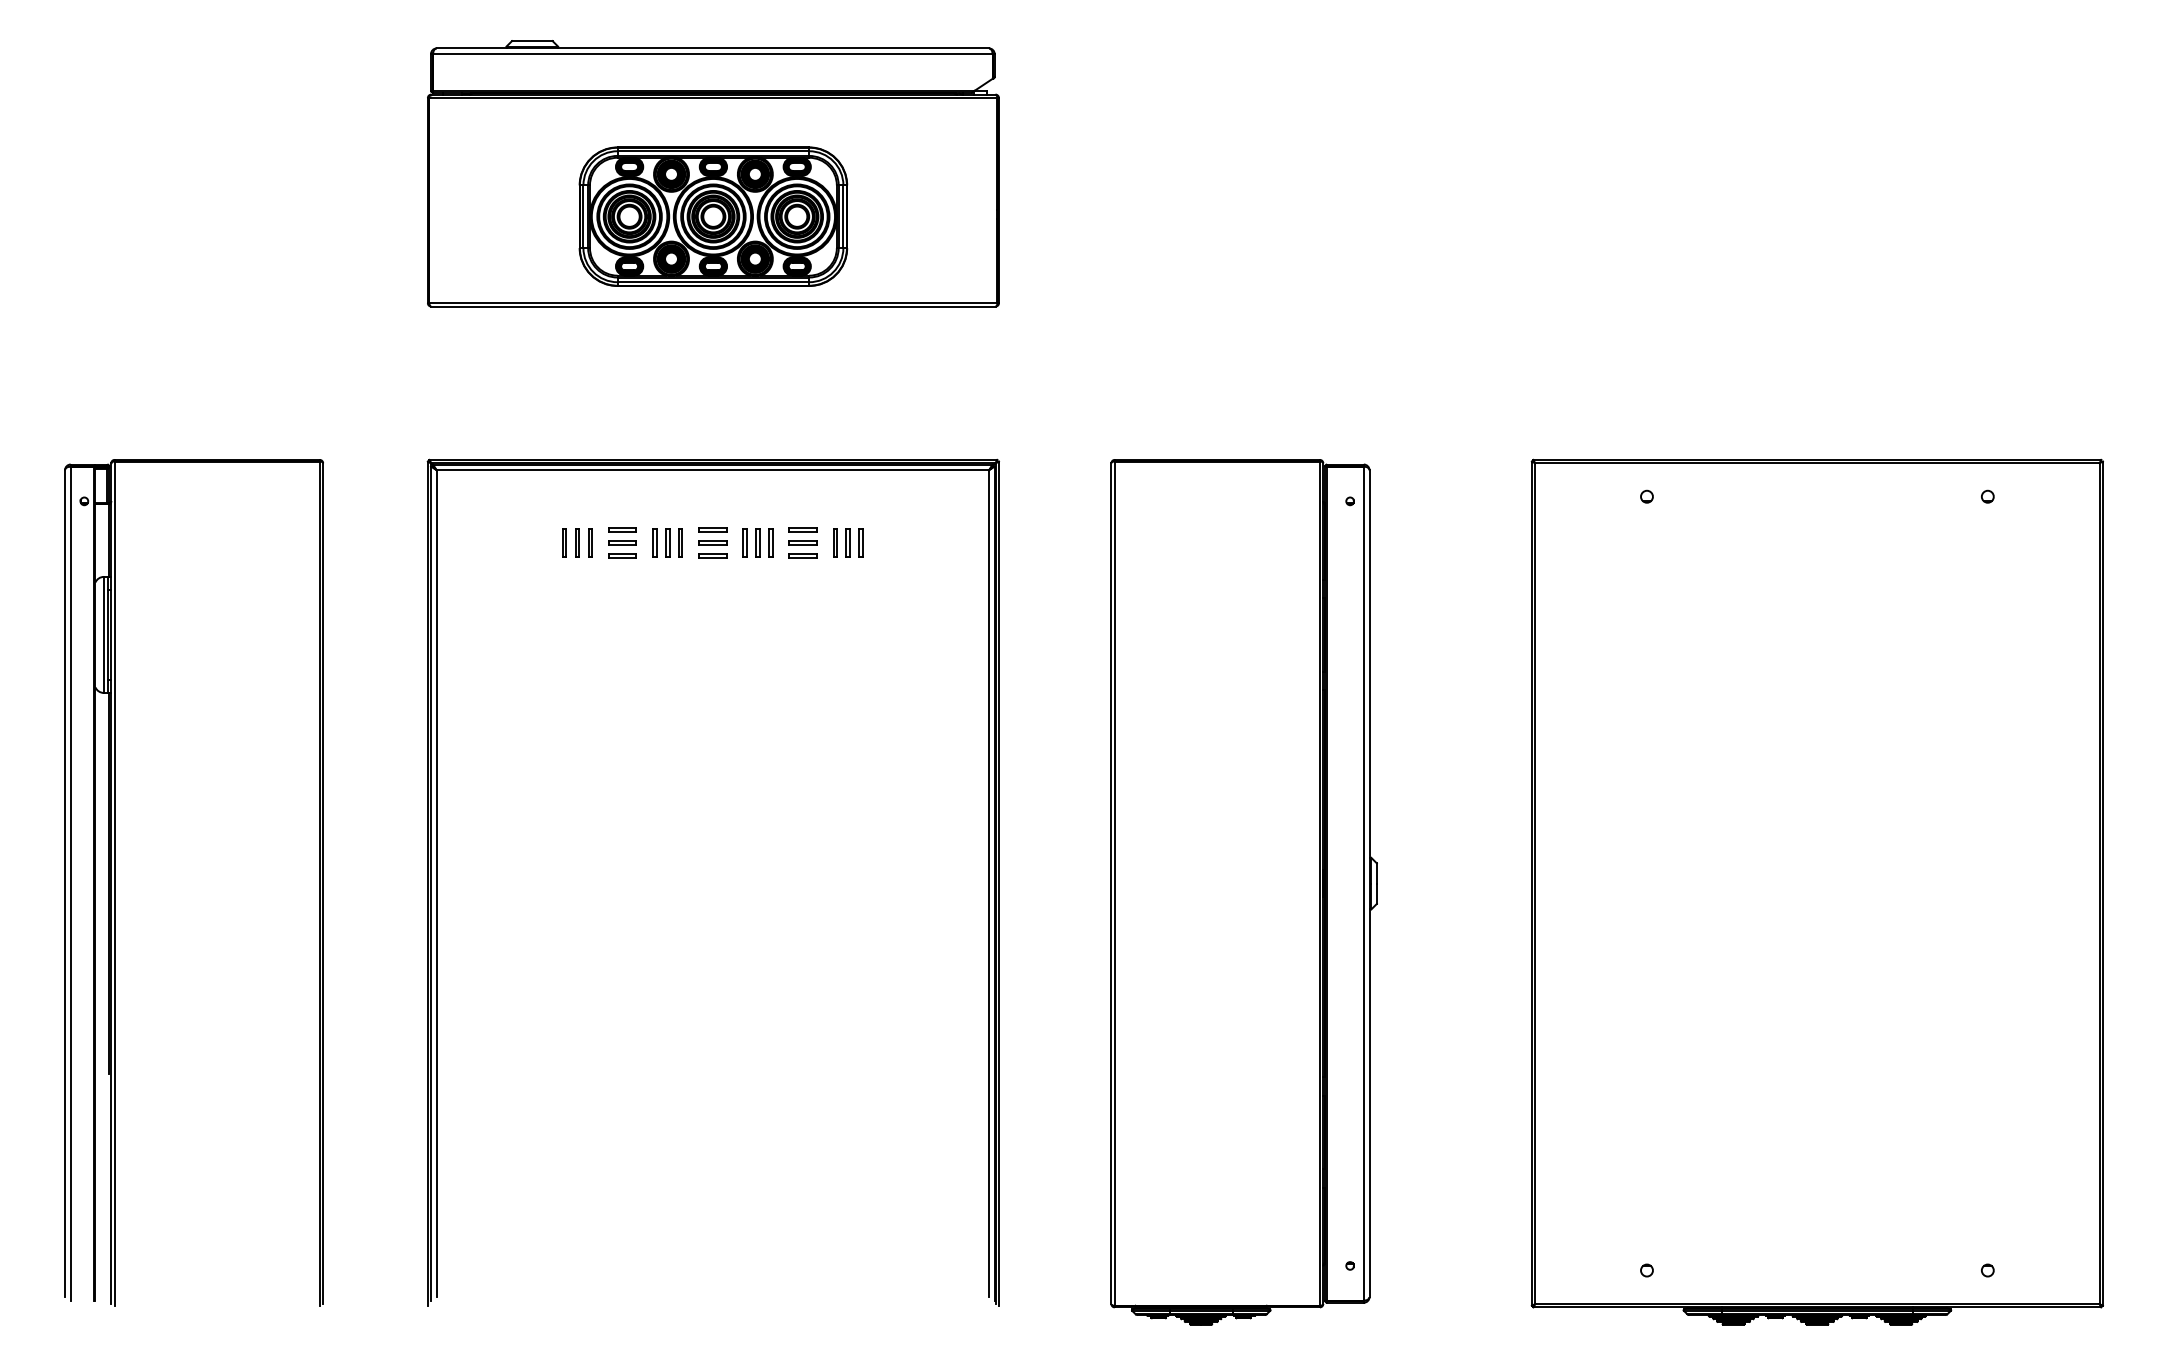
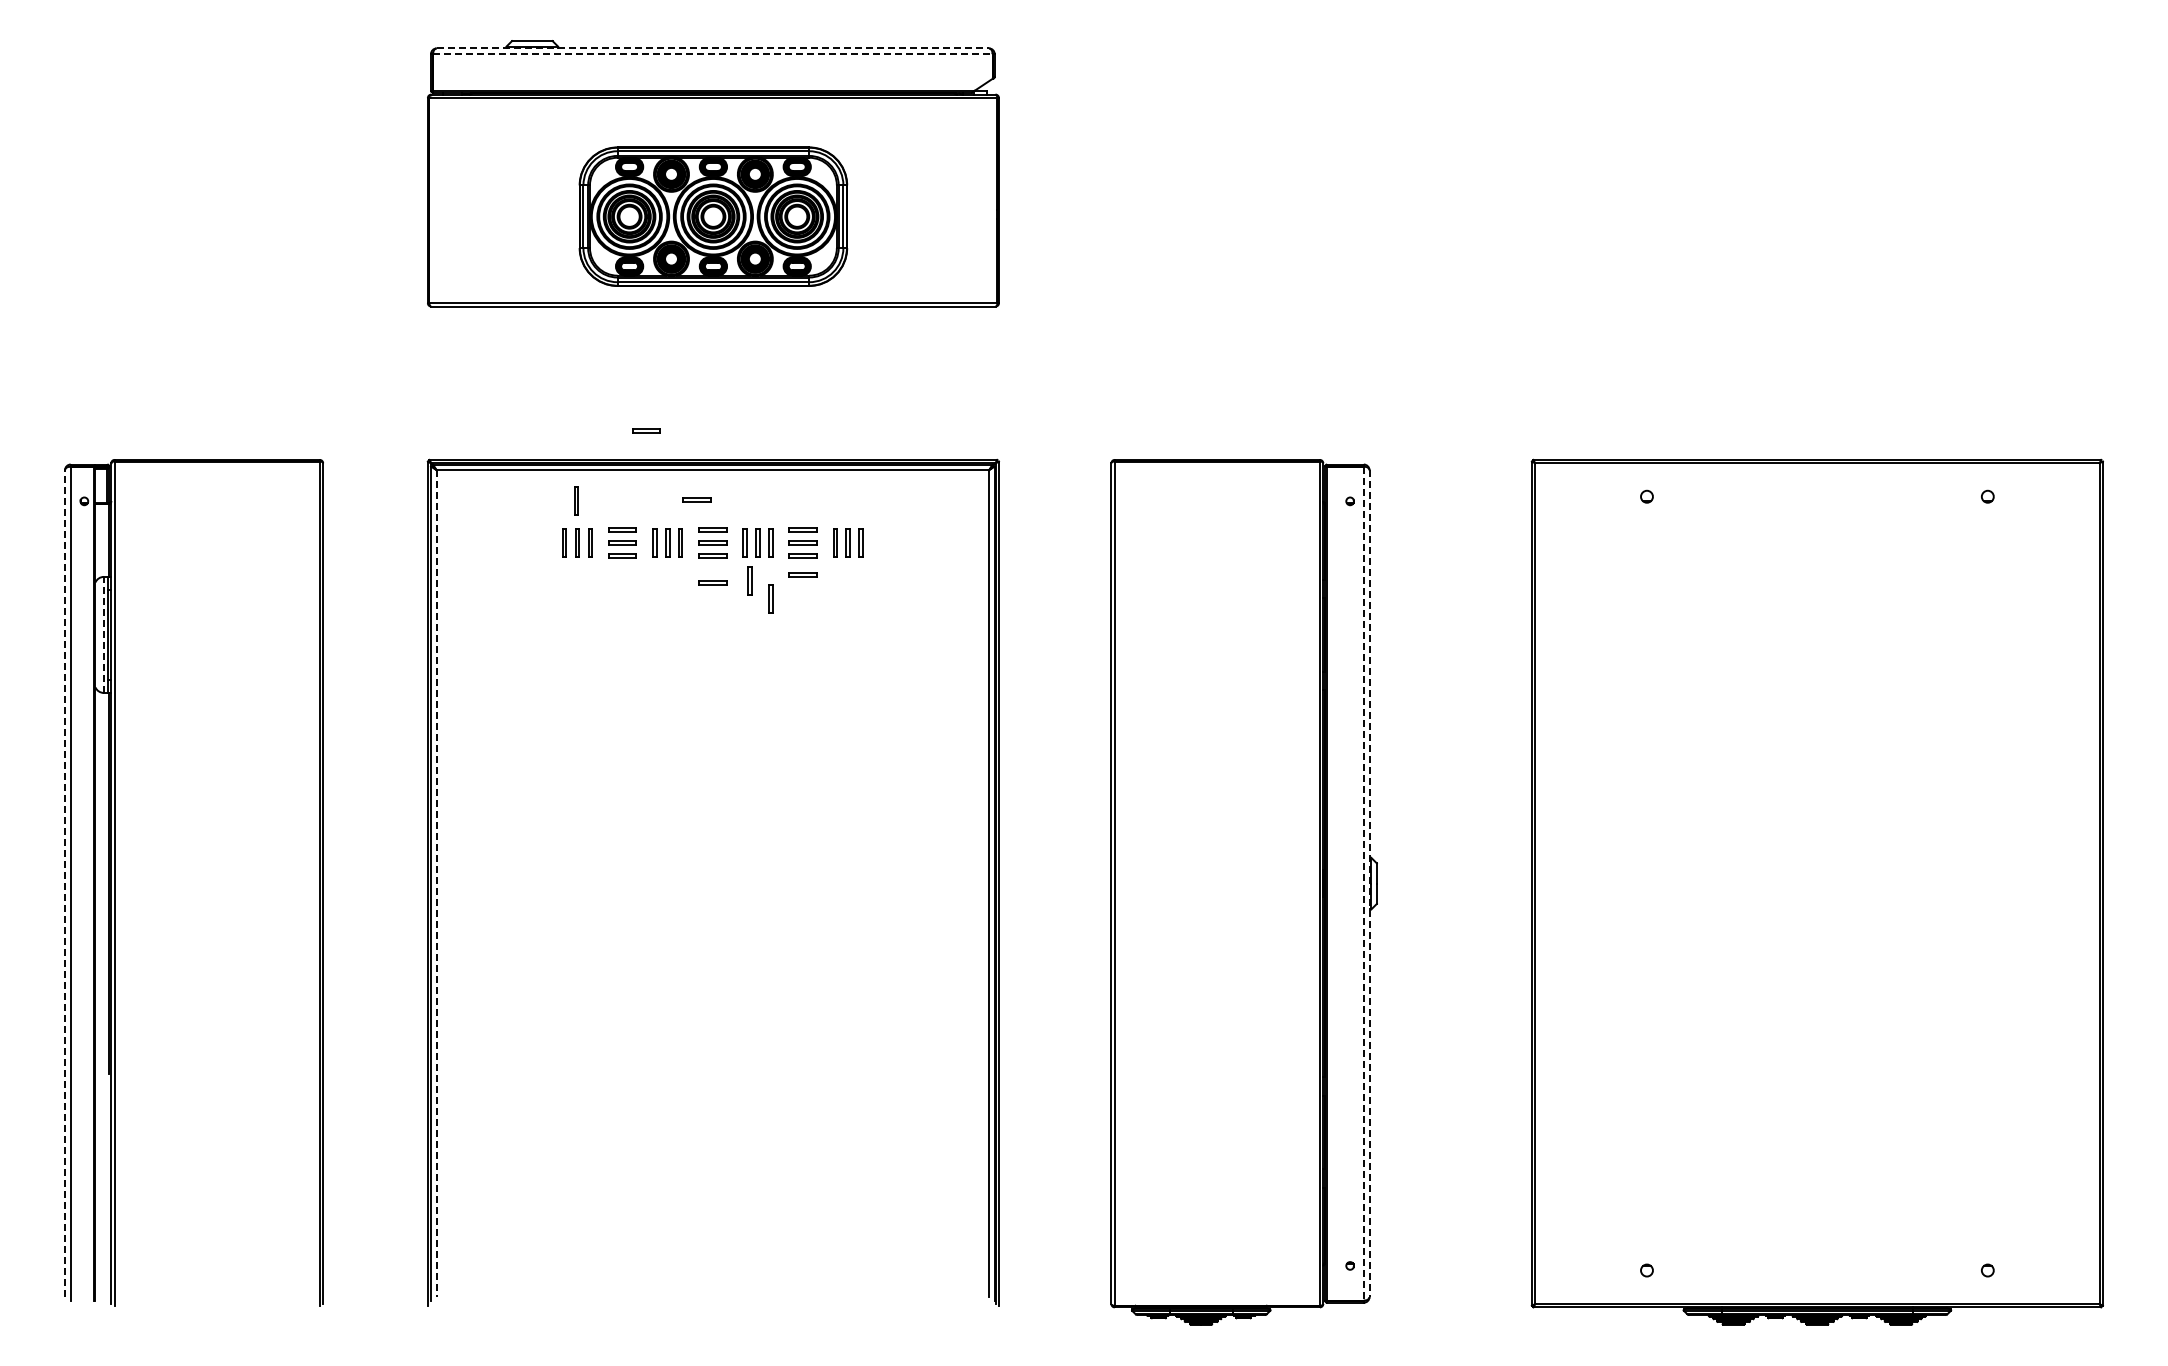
line at (713, 48): solid -> dashed
line at (712, 54): solid -> dashed
part at (646, 430): none -> present
part at (696, 499): none -> present
line at (575, 500): none -> present
part at (802, 574): none -> present
part at (749, 580): none -> present
part at (712, 582): none -> present
part at (770, 598): none -> present
line at (103, 634): solid -> dashed
line at (65, 883): solid -> dashed
line at (436, 884): solid -> dashed
line at (1363, 884): solid -> dashed
line at (1369, 884): solid -> dashed
